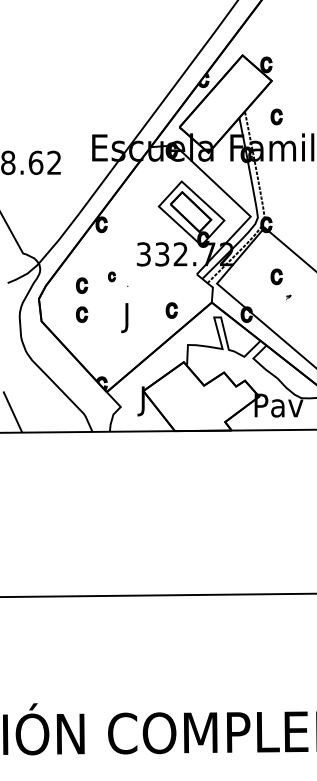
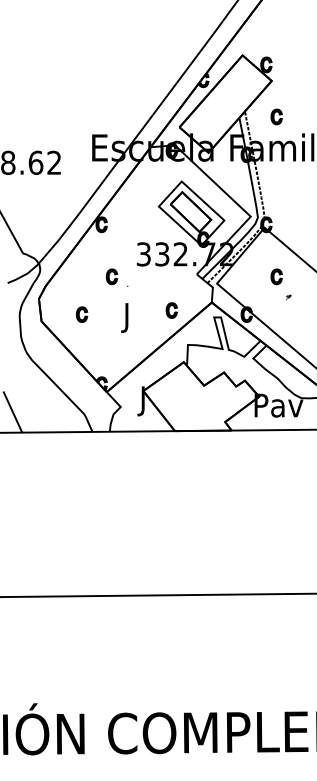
part at (112, 276) size: 9x12 px -> 14x18 px
part at (82, 285): present -> none
